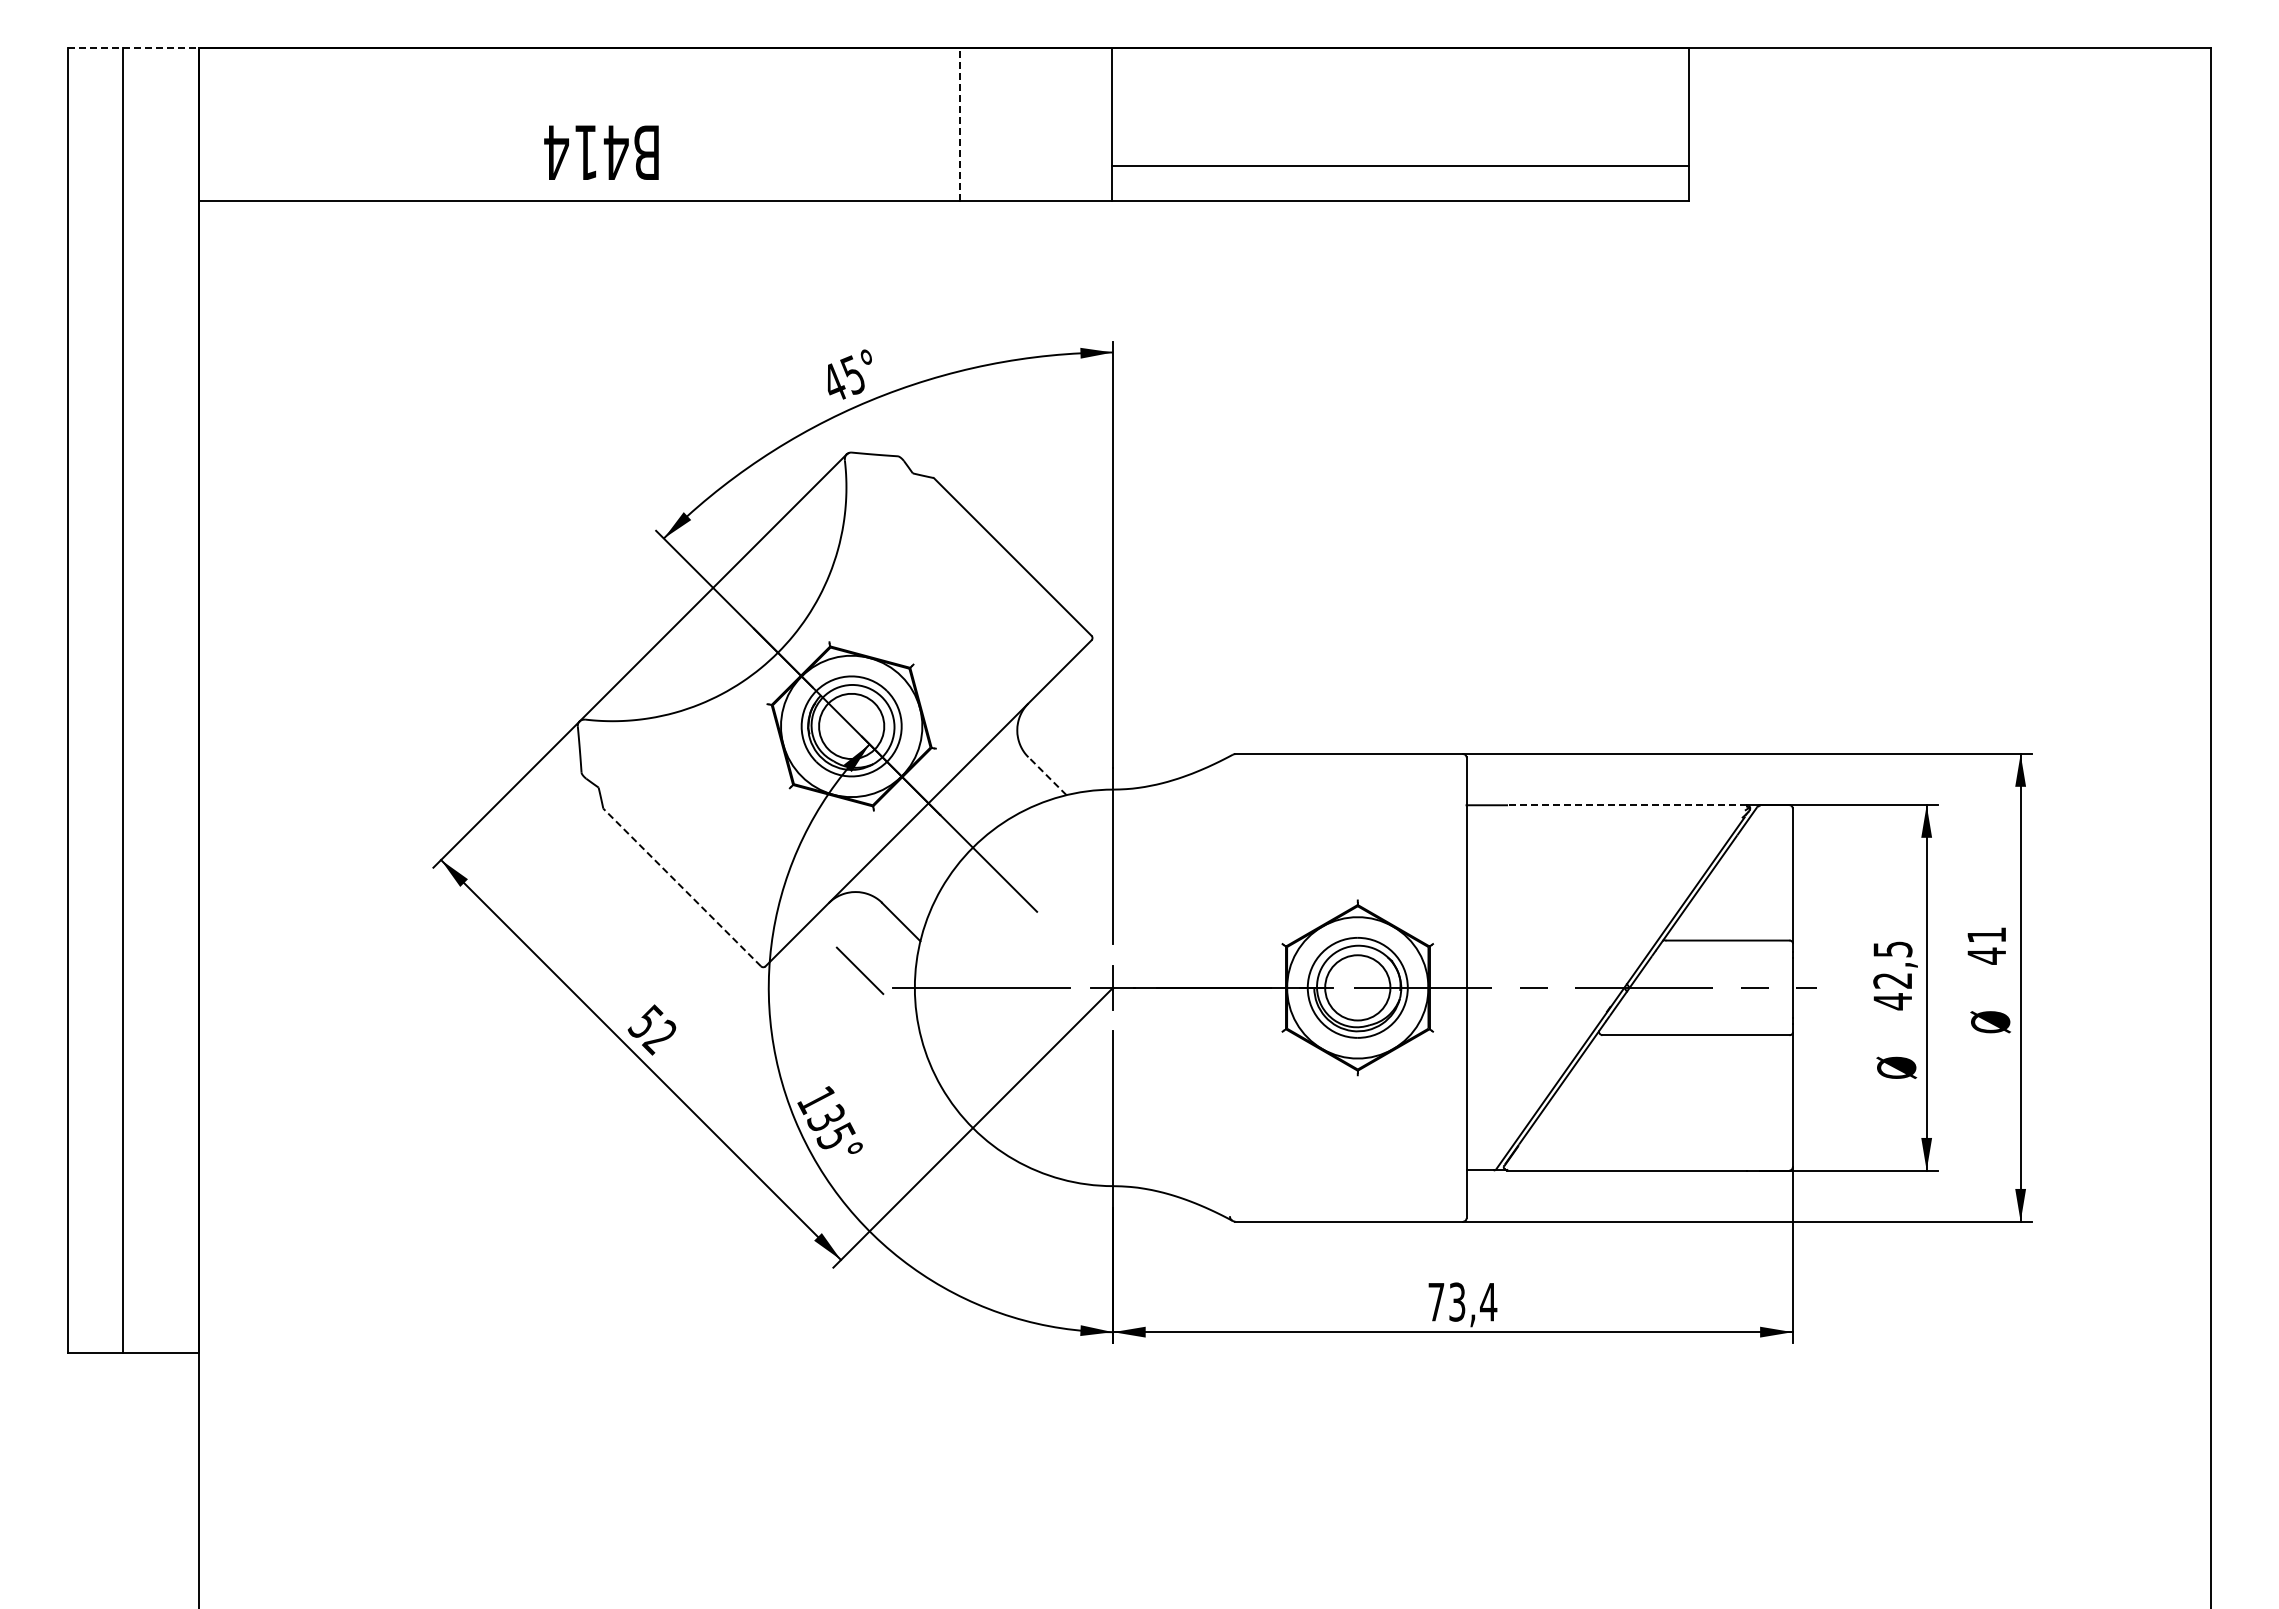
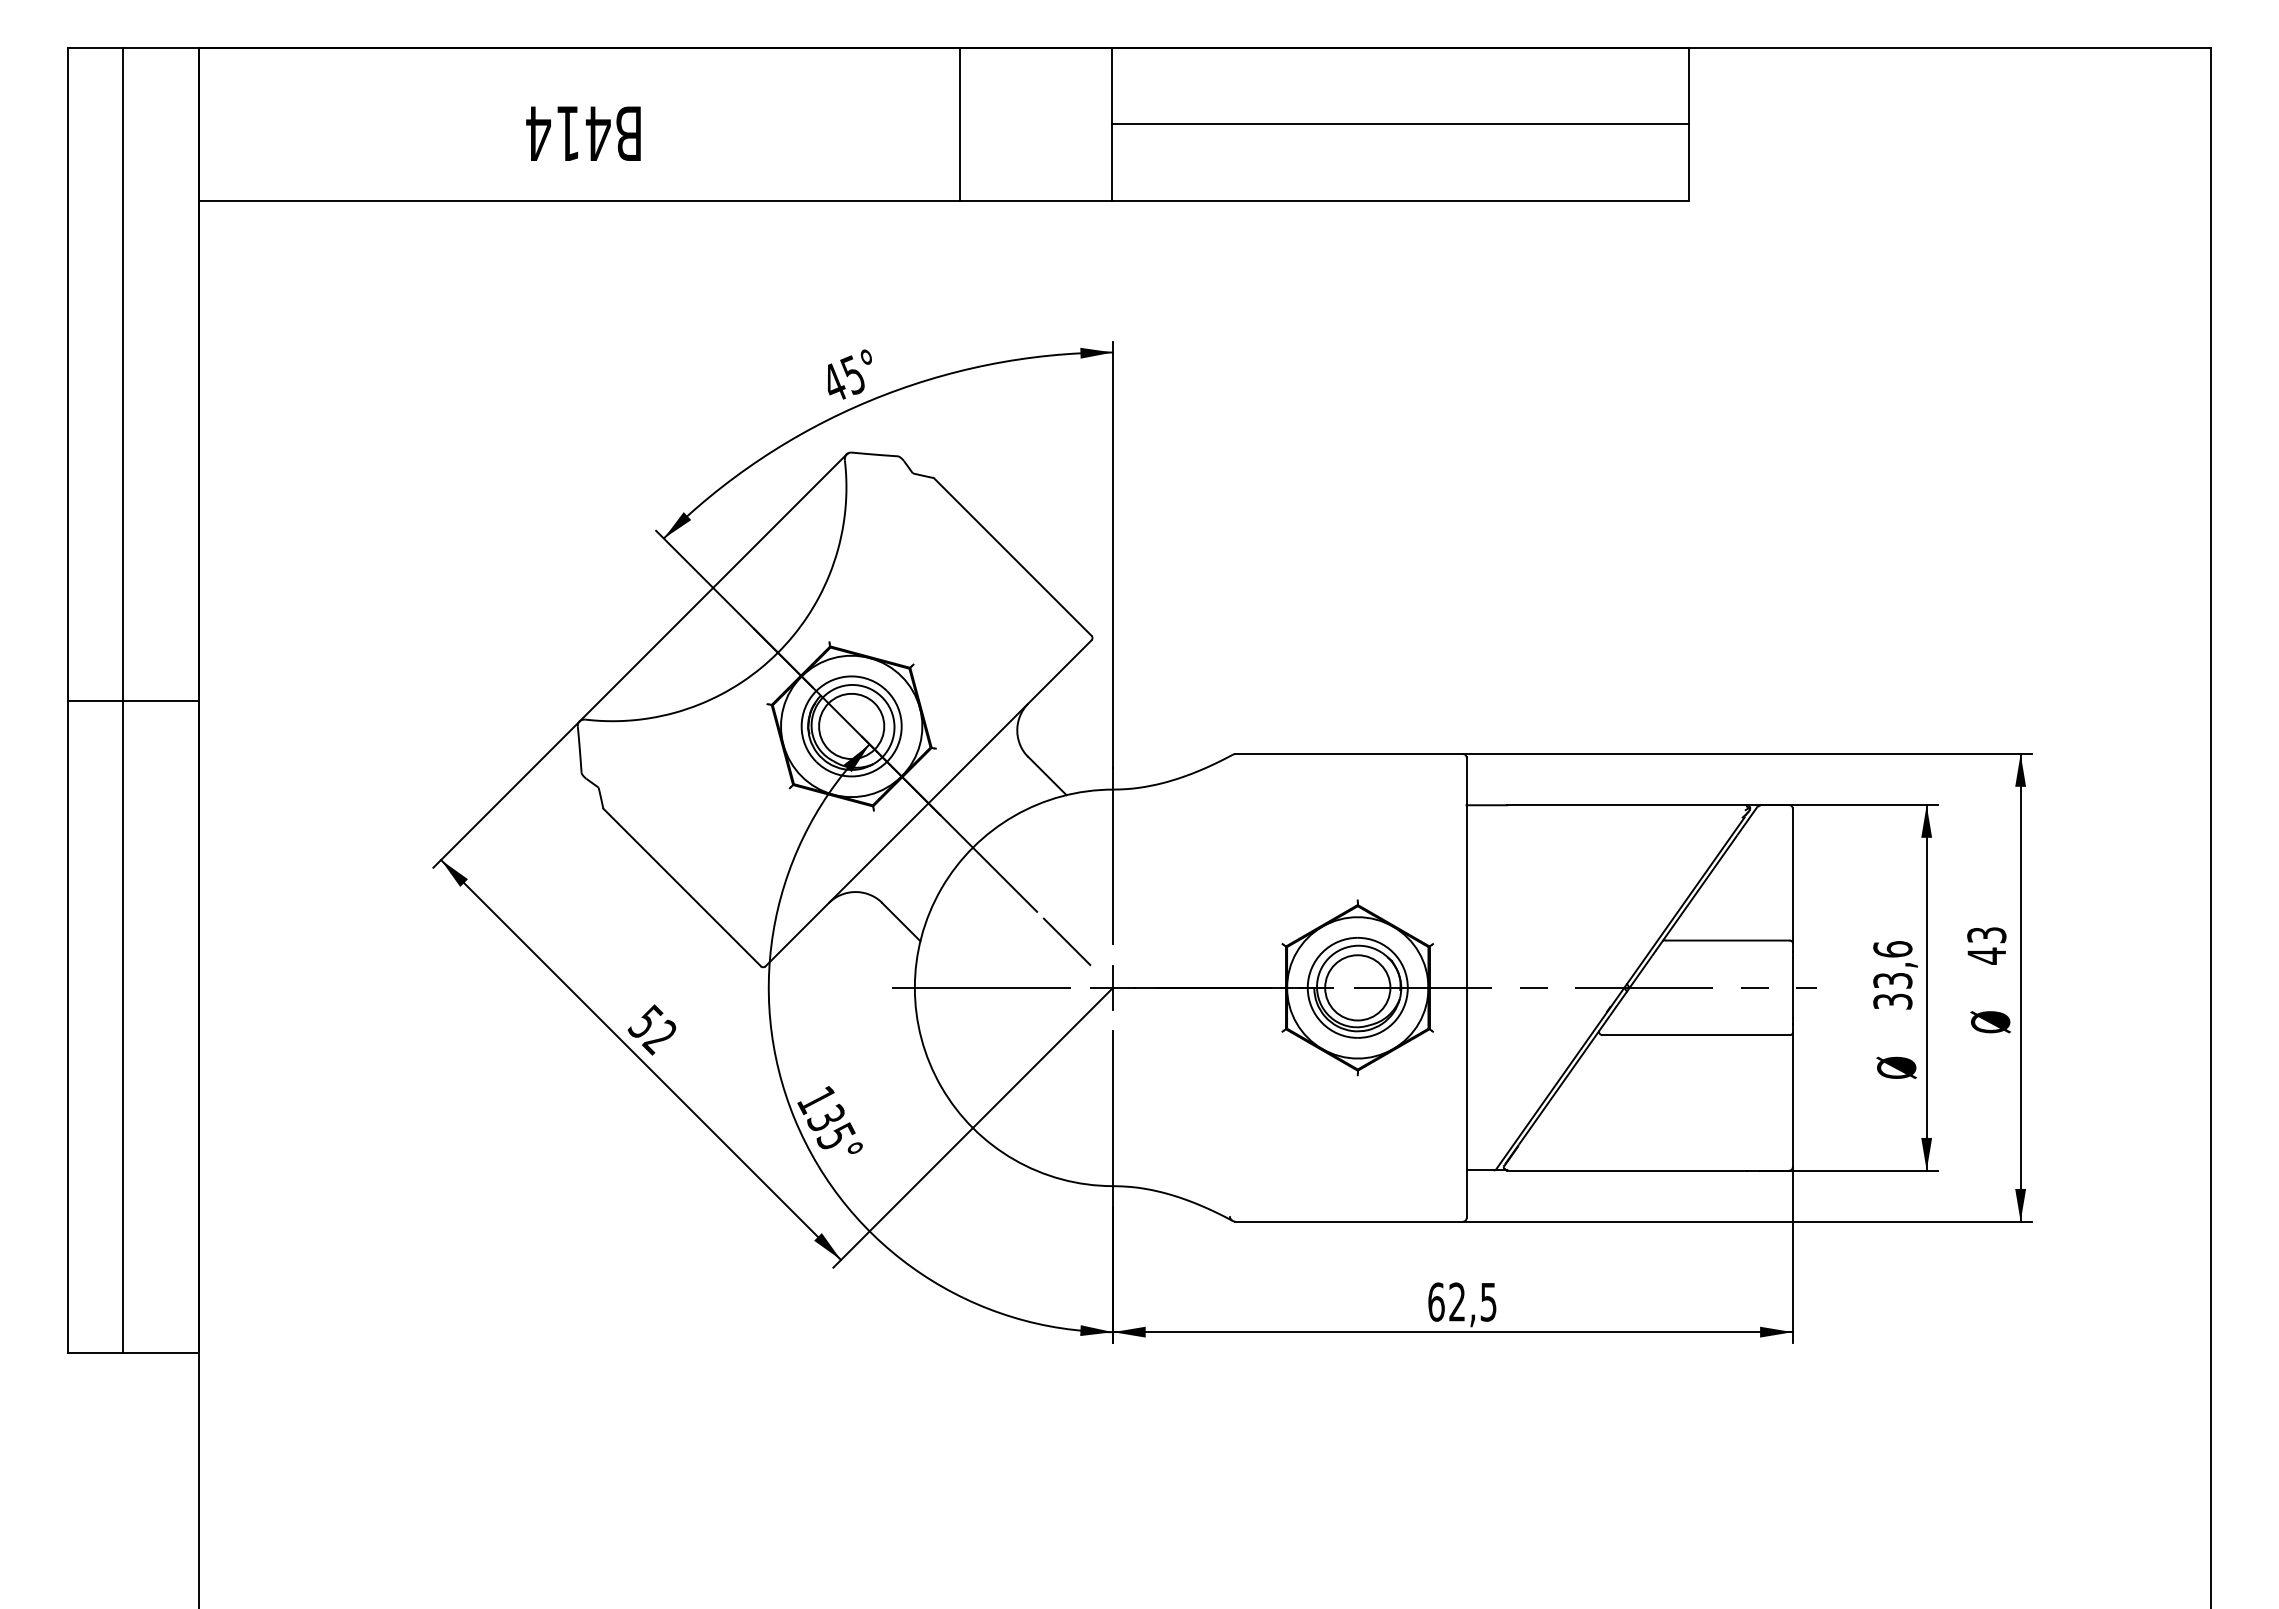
line at (134, 48): dashed -> solid
line at (960, 123): dashed -> solid
text at (601, 152) position: (601, 152) -> (583, 133)
line at (1400, 166) position: (1400, 166) -> (1400, 124)
line at (133, 700): none -> present
line at (1046, 775): dashed -> solid
line at (1627, 805): dashed -> solid
line at (682, 887): dashed -> solid
text at (1986, 935): 41 -> 43
line at (859, 970) position: (859, 970) -> (1066, 941)
text at (1892, 975): 42,5 -> 33,6
text at (1462, 1301): 73,4 -> 62,5
